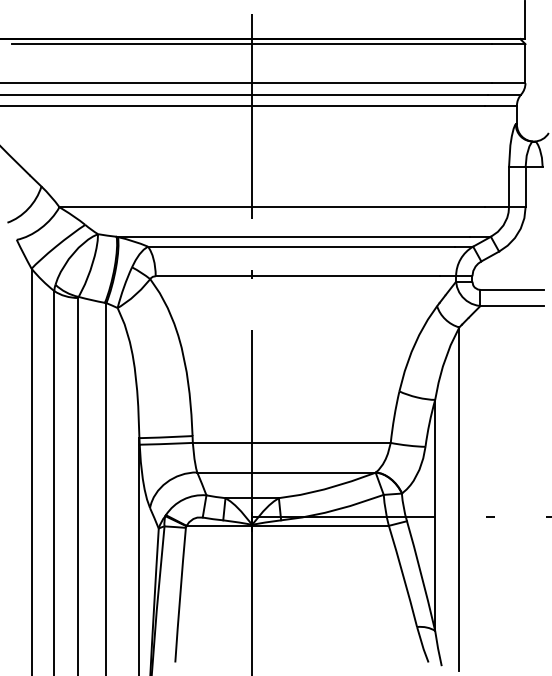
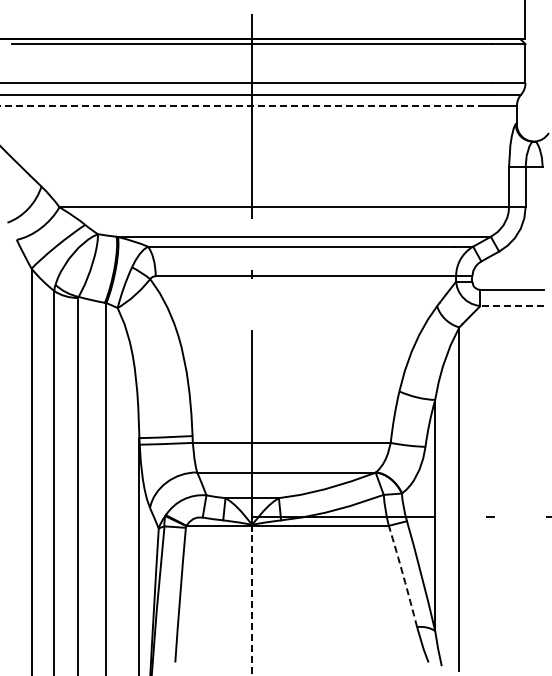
line at (241, 105): solid -> dashed
line at (512, 306): solid -> dashed
arc at (403, 576): solid -> dashed
line at (252, 594): solid -> dashed
